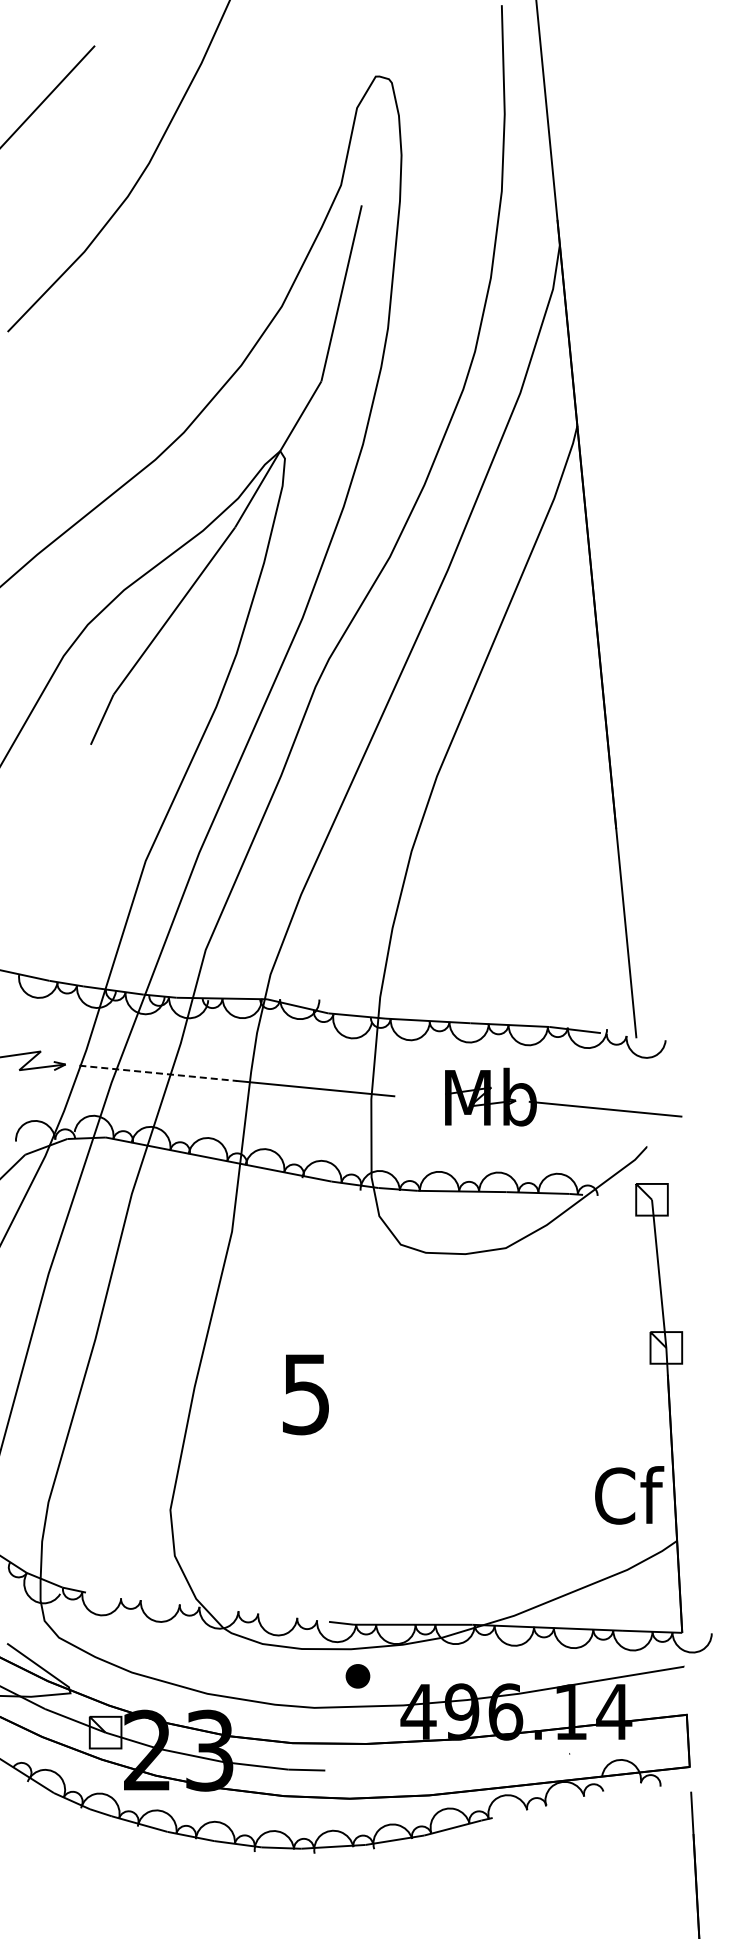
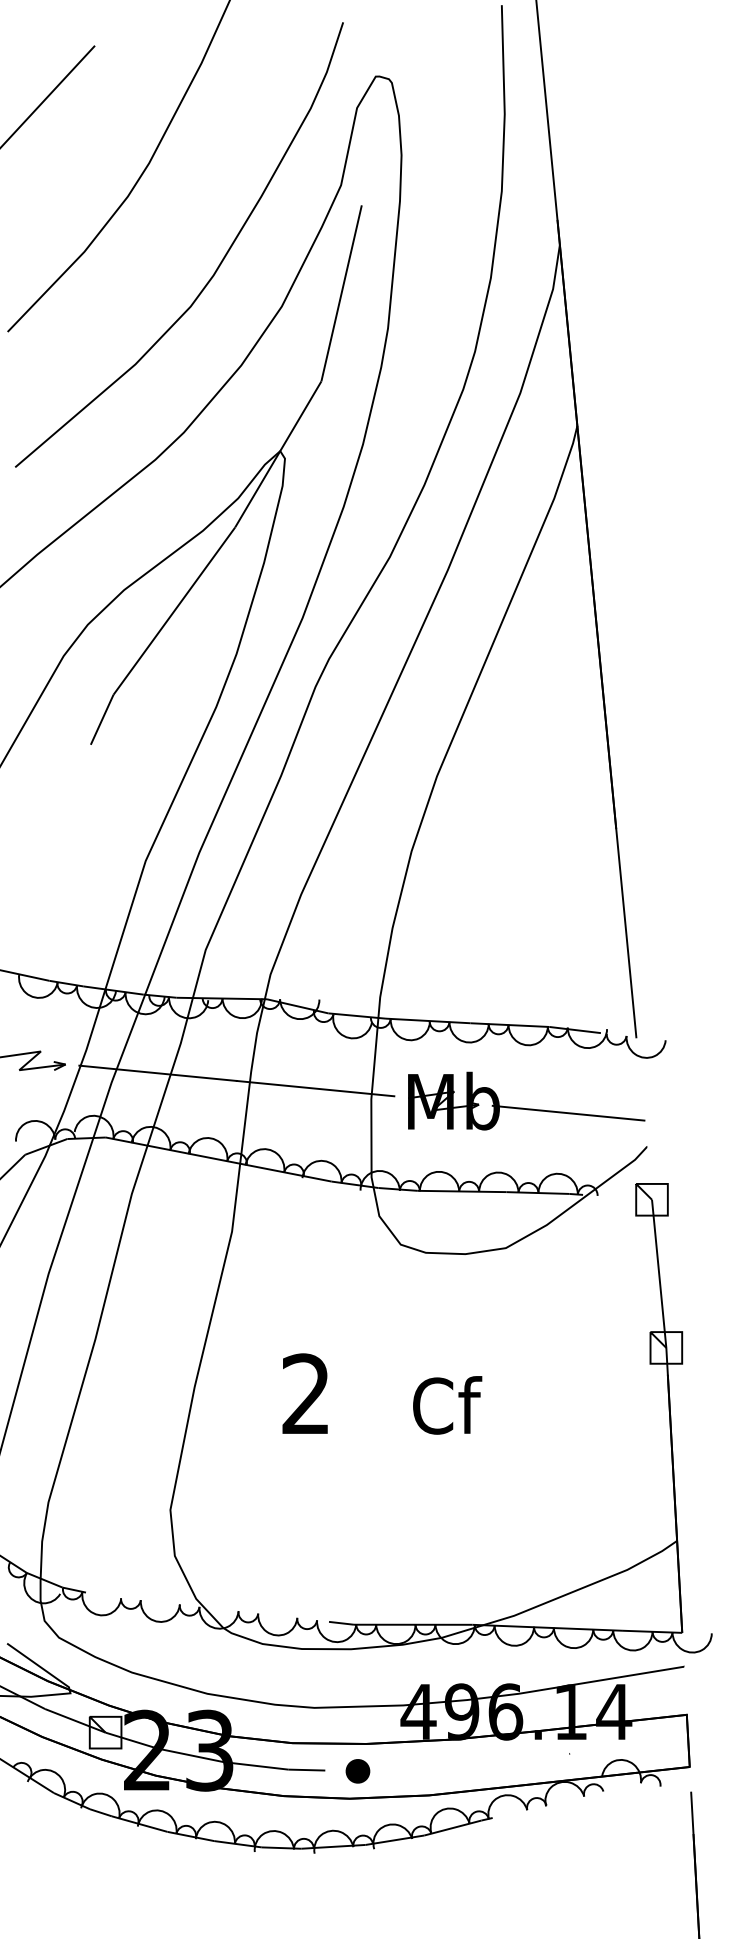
curve at (217, 266): none -> present
line at (158, 1073): dashed -> solid
part at (560, 1103) position: (560, 1103) -> (523, 1107)
text at (305, 1394): 5 -> 2
text at (629, 1495) position: (629, 1495) -> (447, 1405)
part at (357, 1676) position: (357, 1676) -> (357, 1771)
